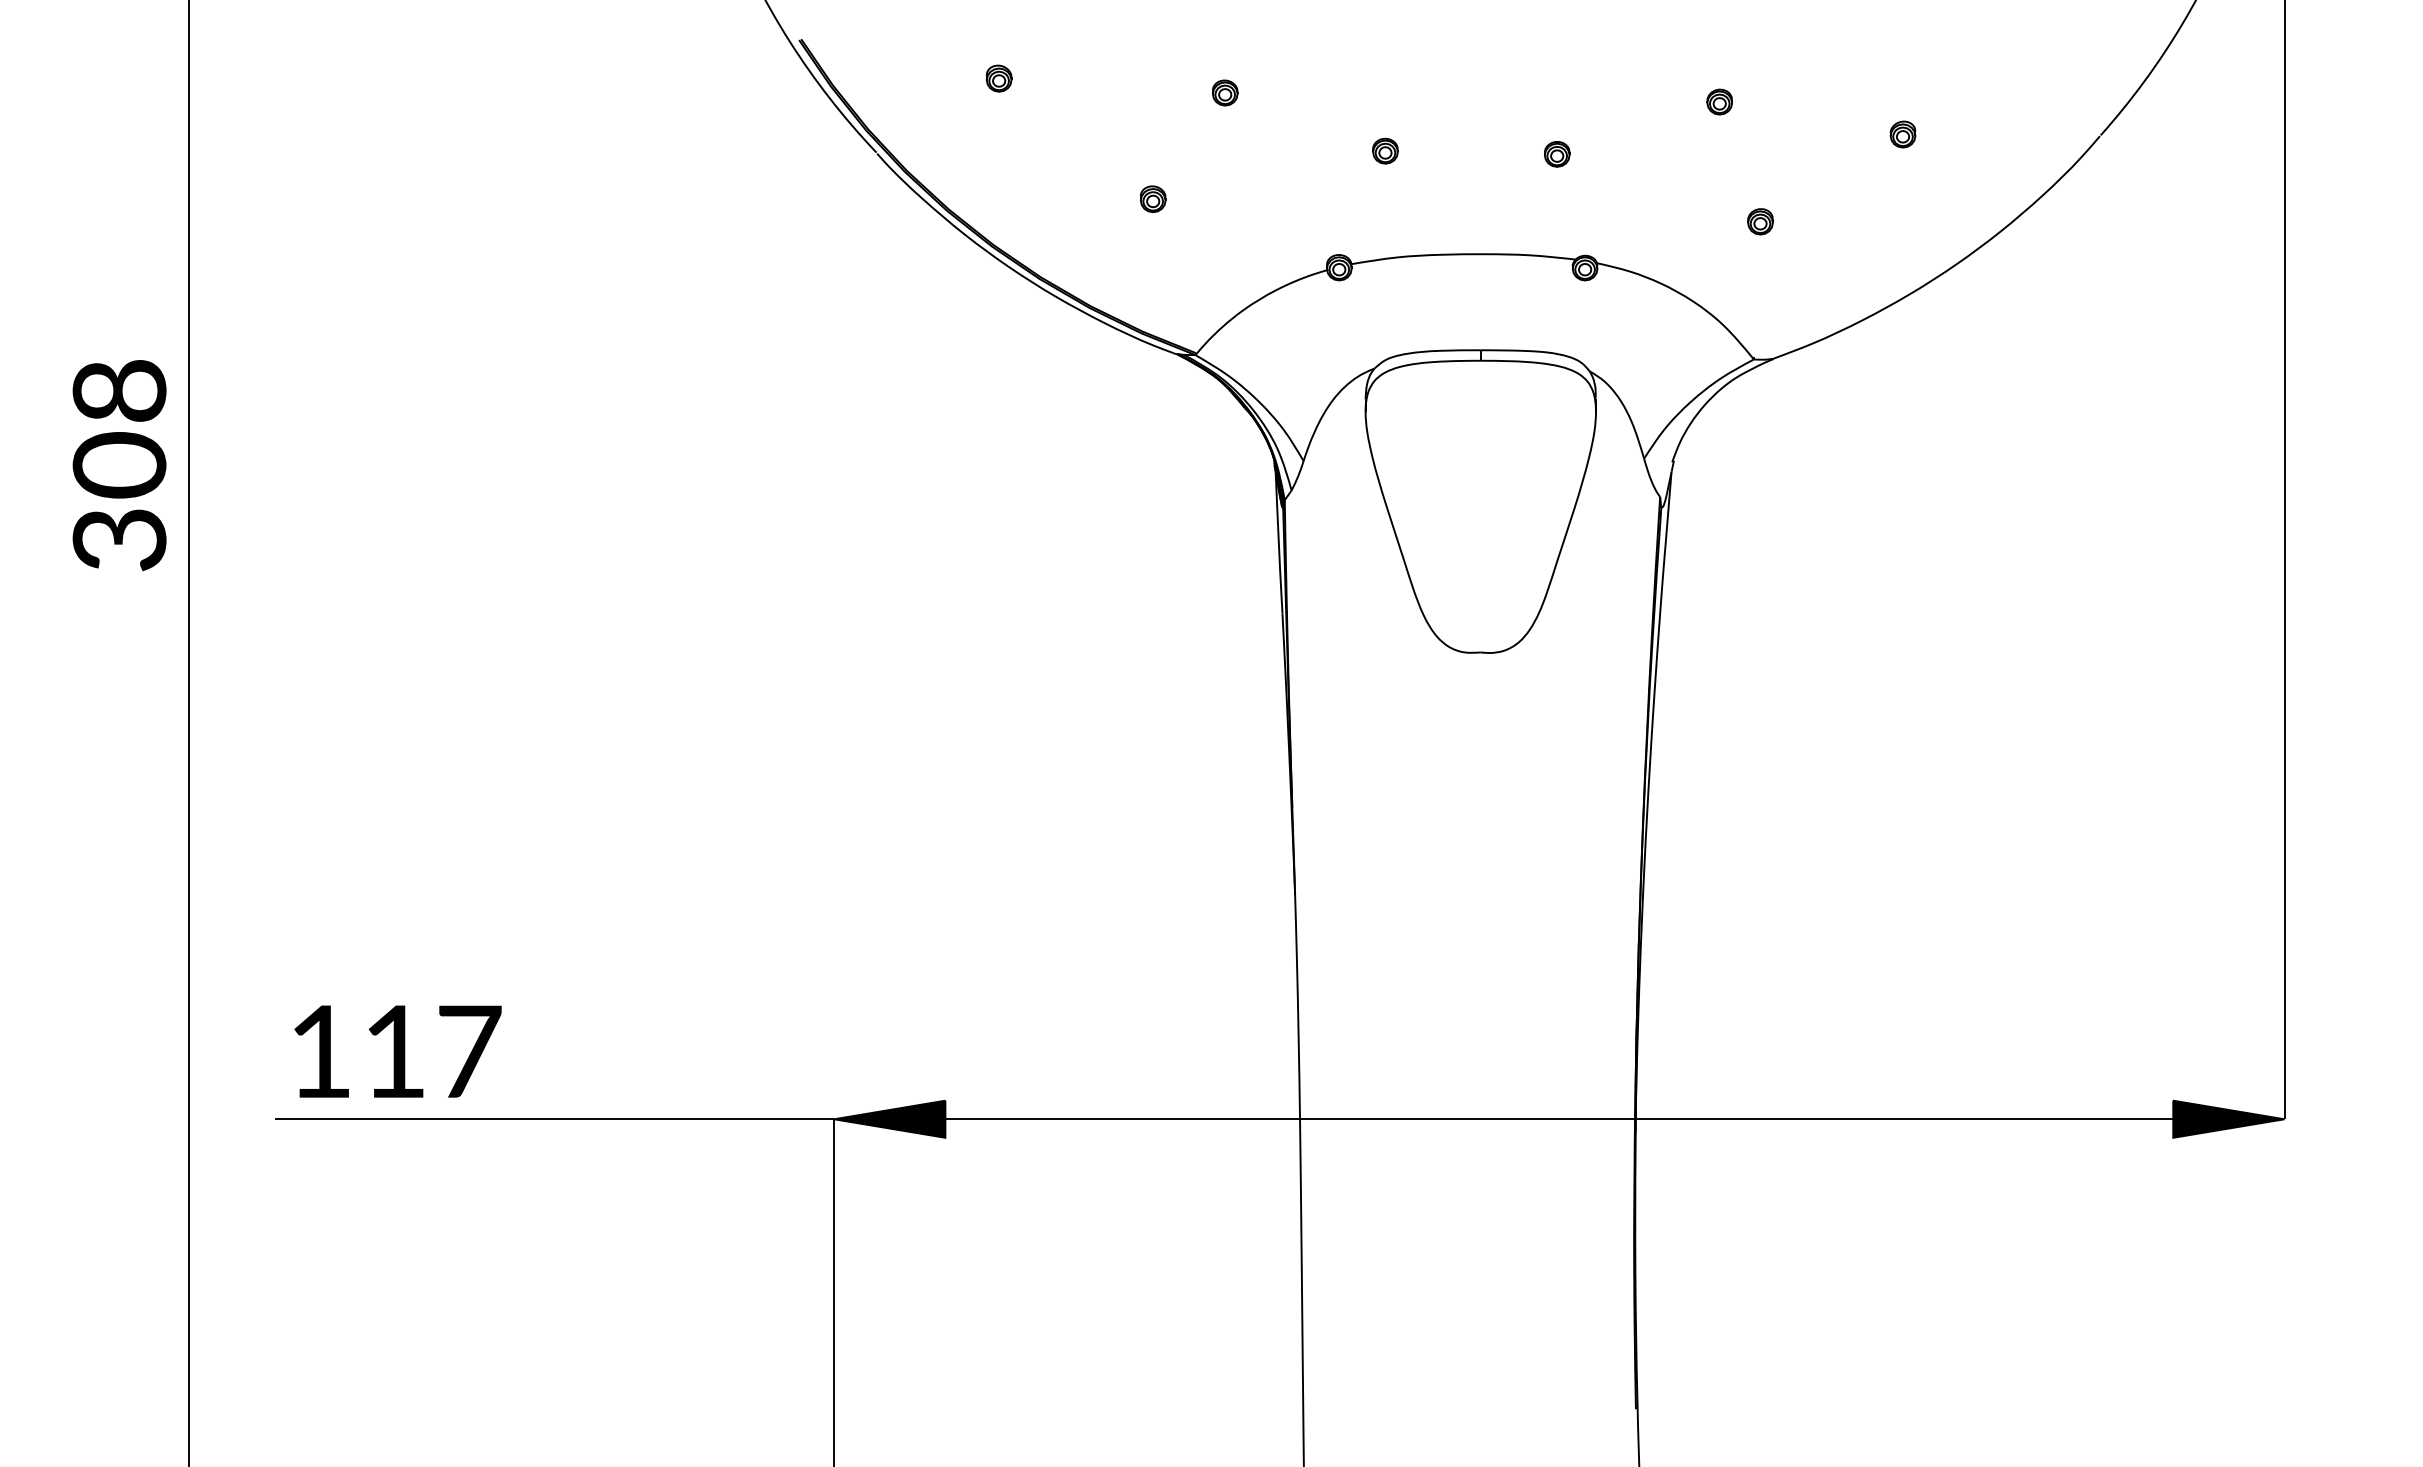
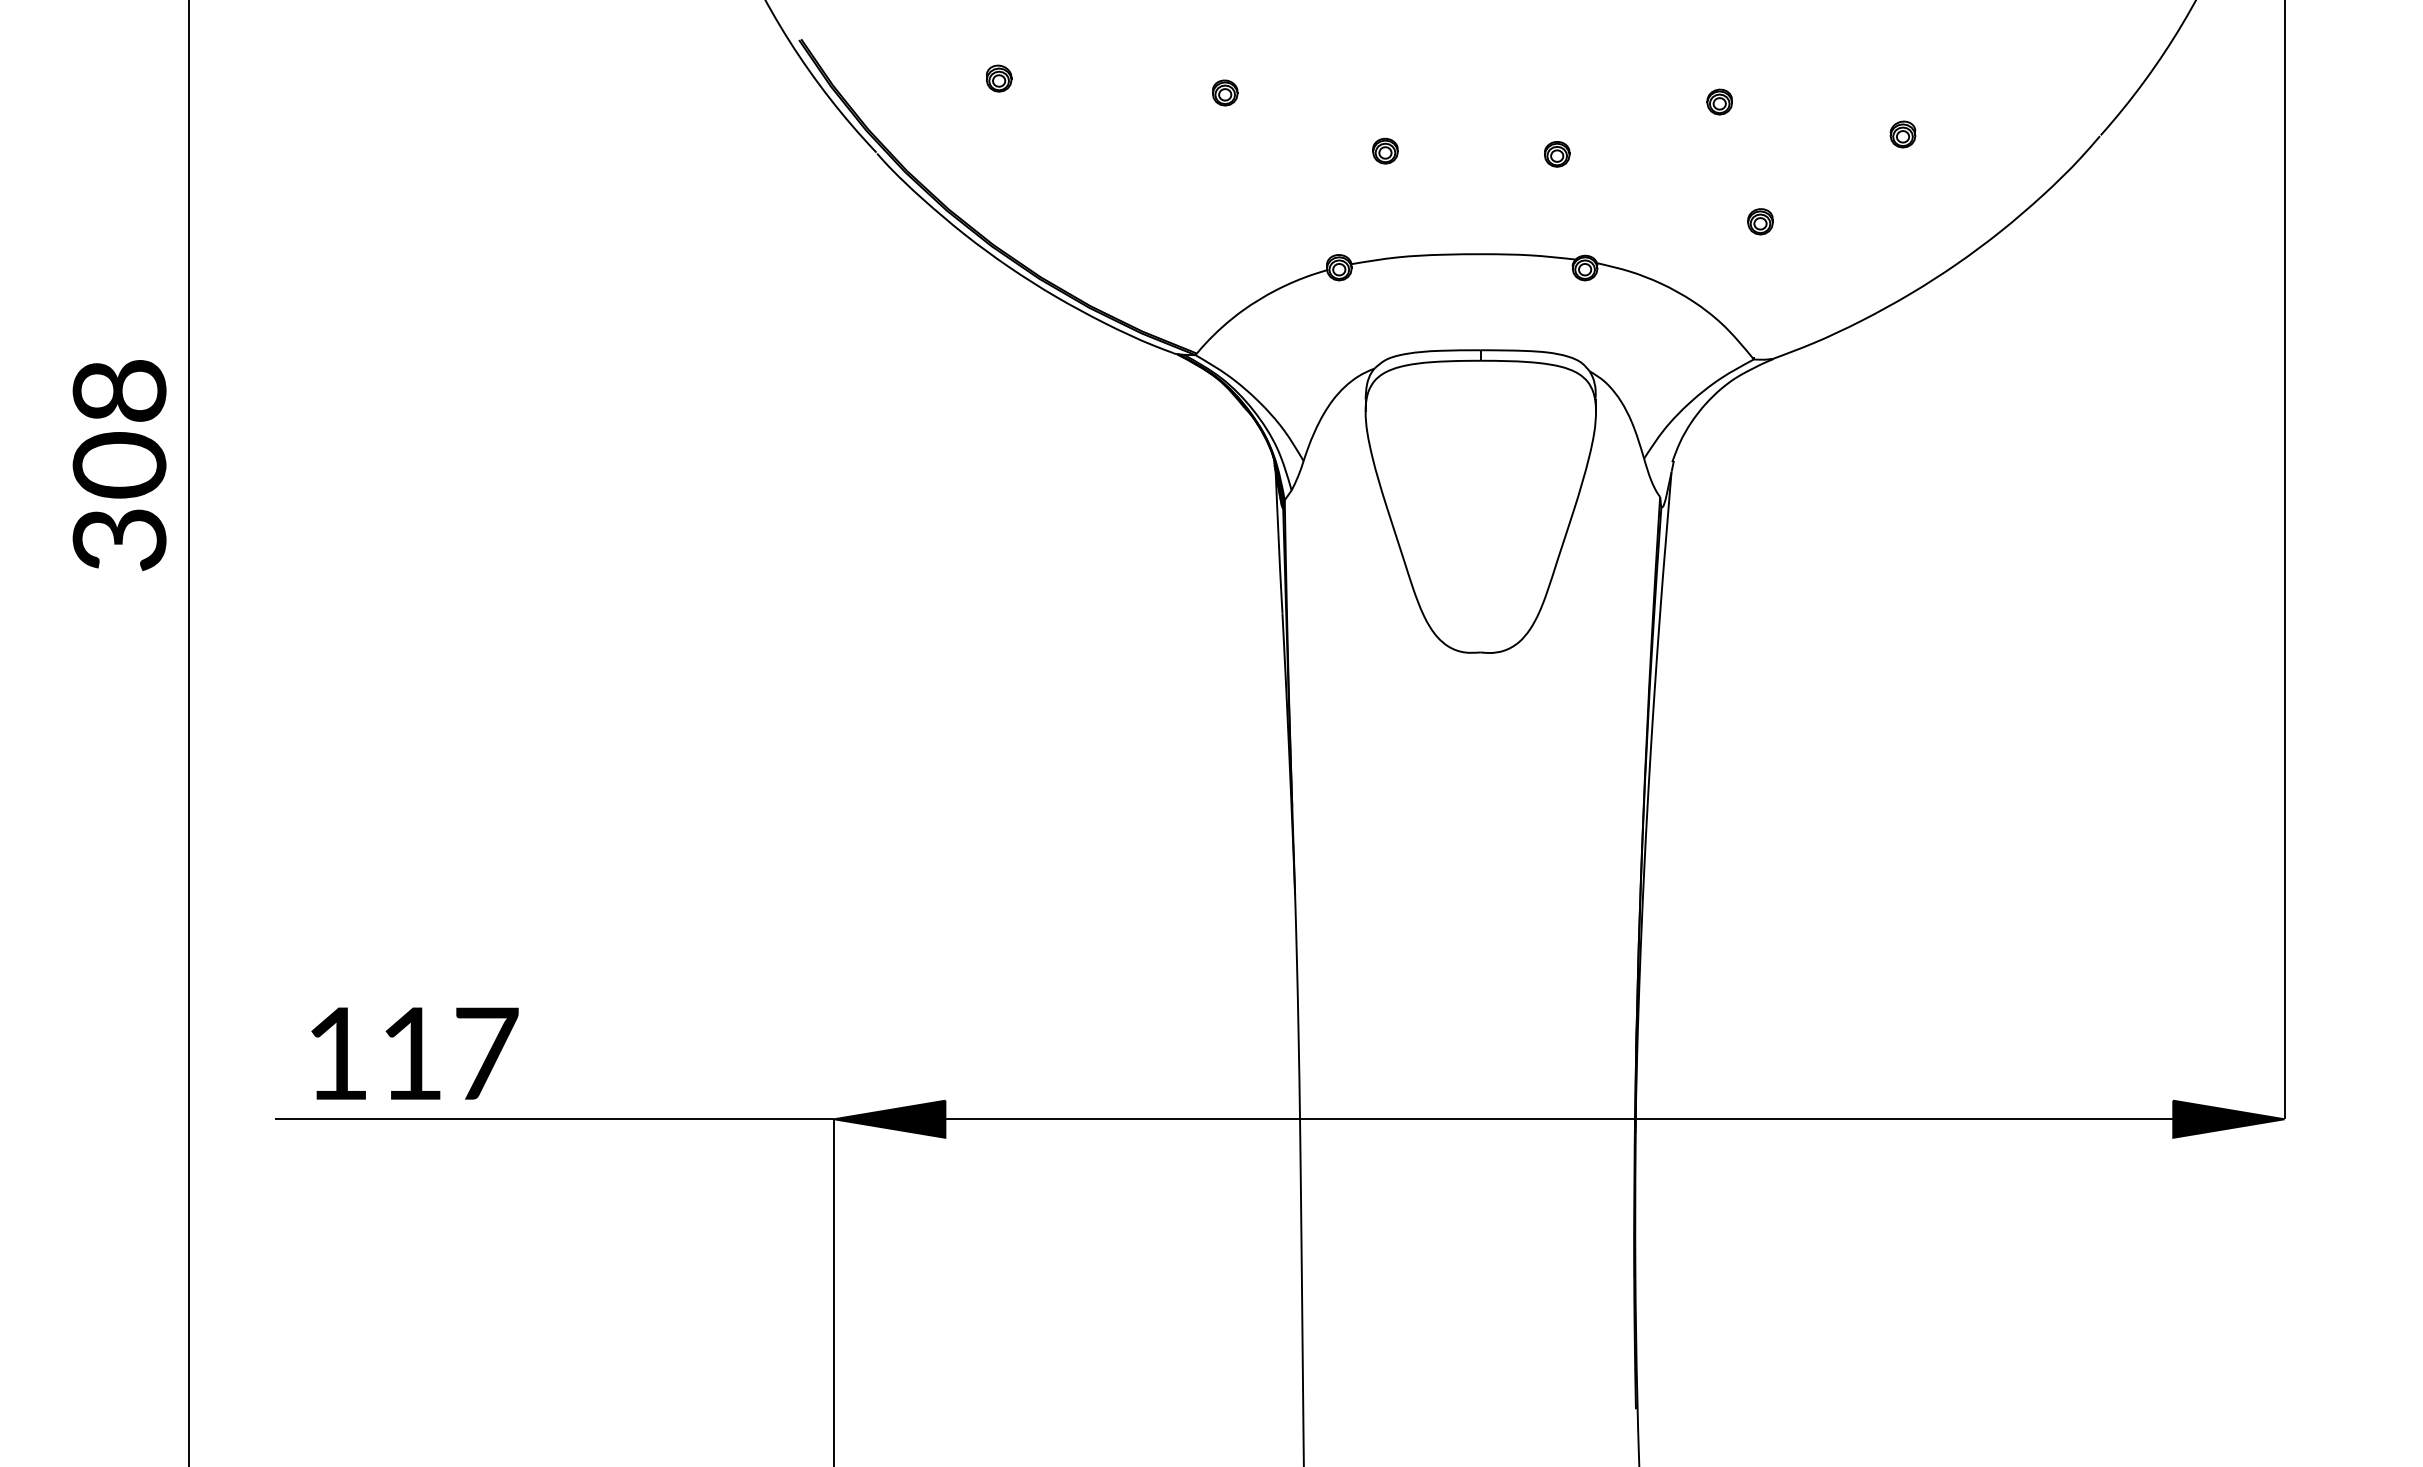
part at (1153, 199): present -> none
text at (397, 1051) position: (397, 1051) -> (414, 1053)
